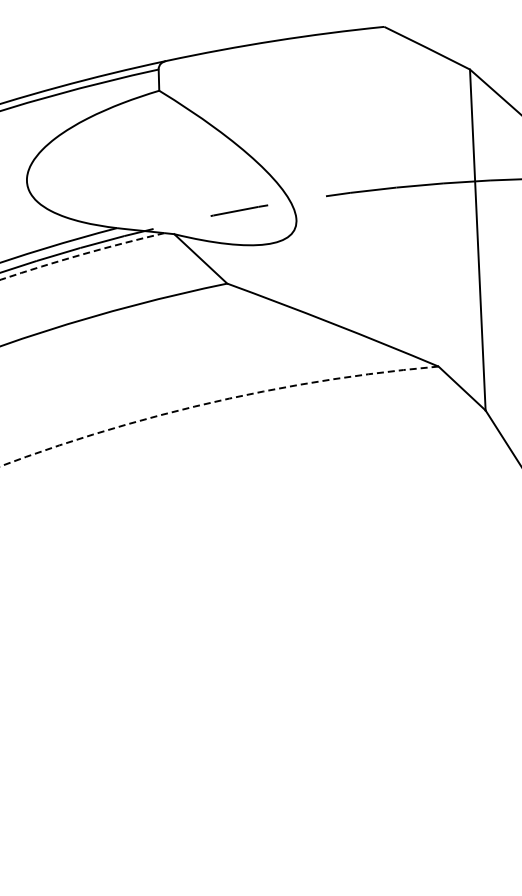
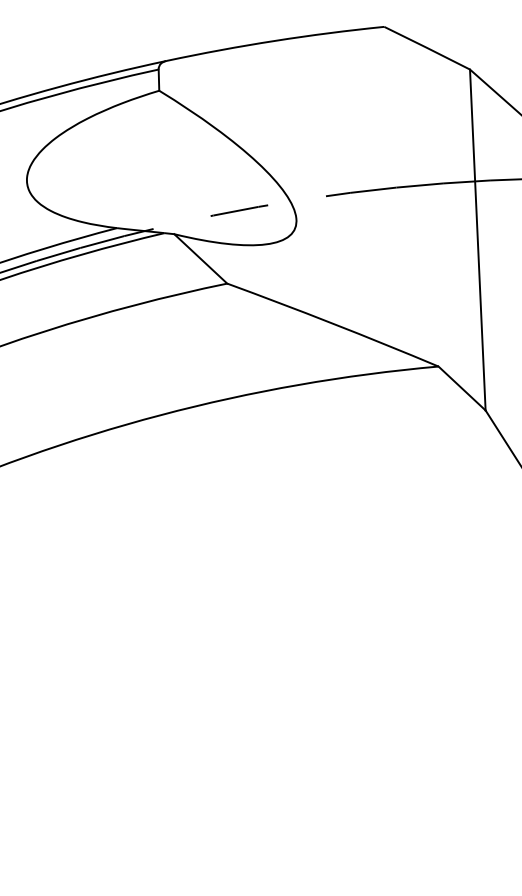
arc at (81, 254): dashed -> solid
arc at (215, 401): dashed -> solid
